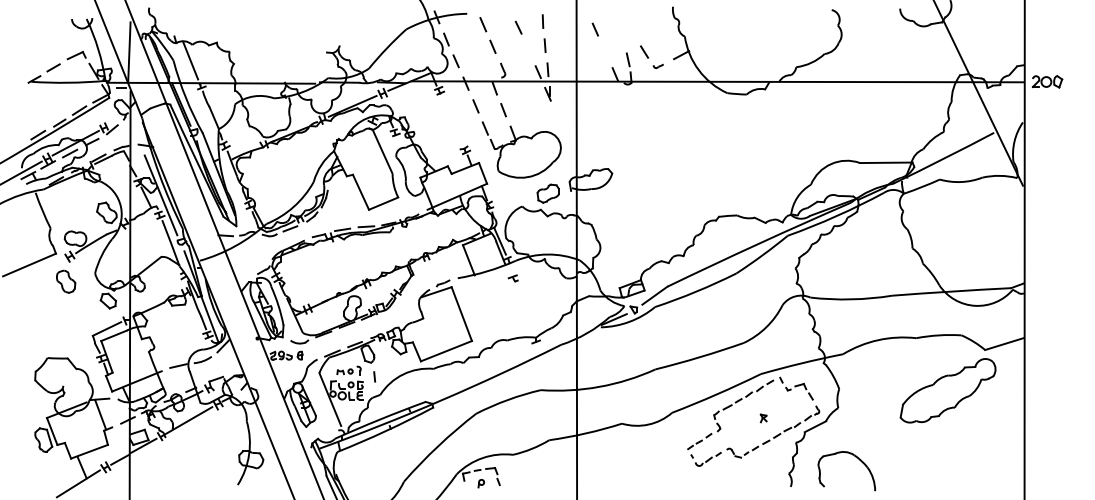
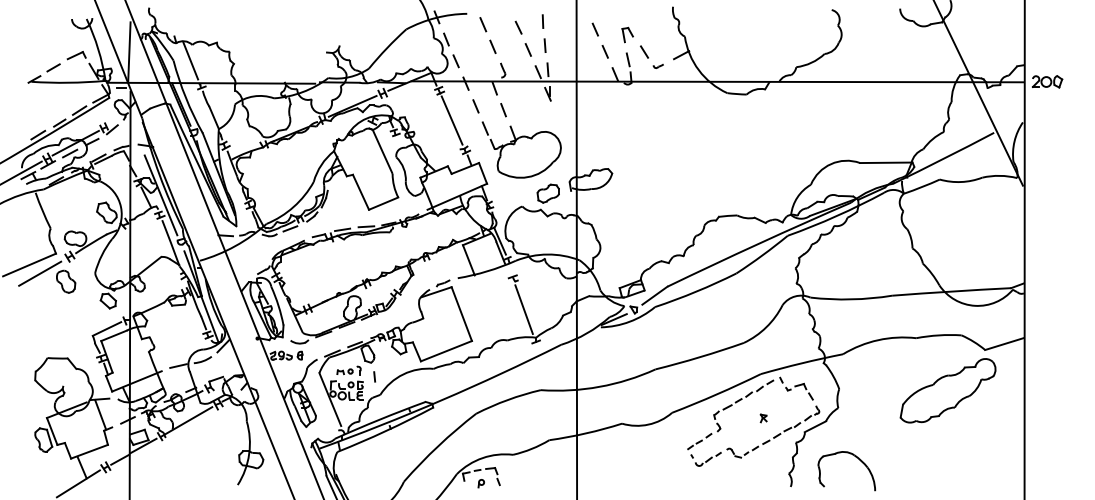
part at (627, 34): none -> present
line at (527, 49): none -> present
line at (604, 51): none -> present
line at (451, 120): none -> present
line at (40, 273): none -> present
line at (523, 309): none -> present
